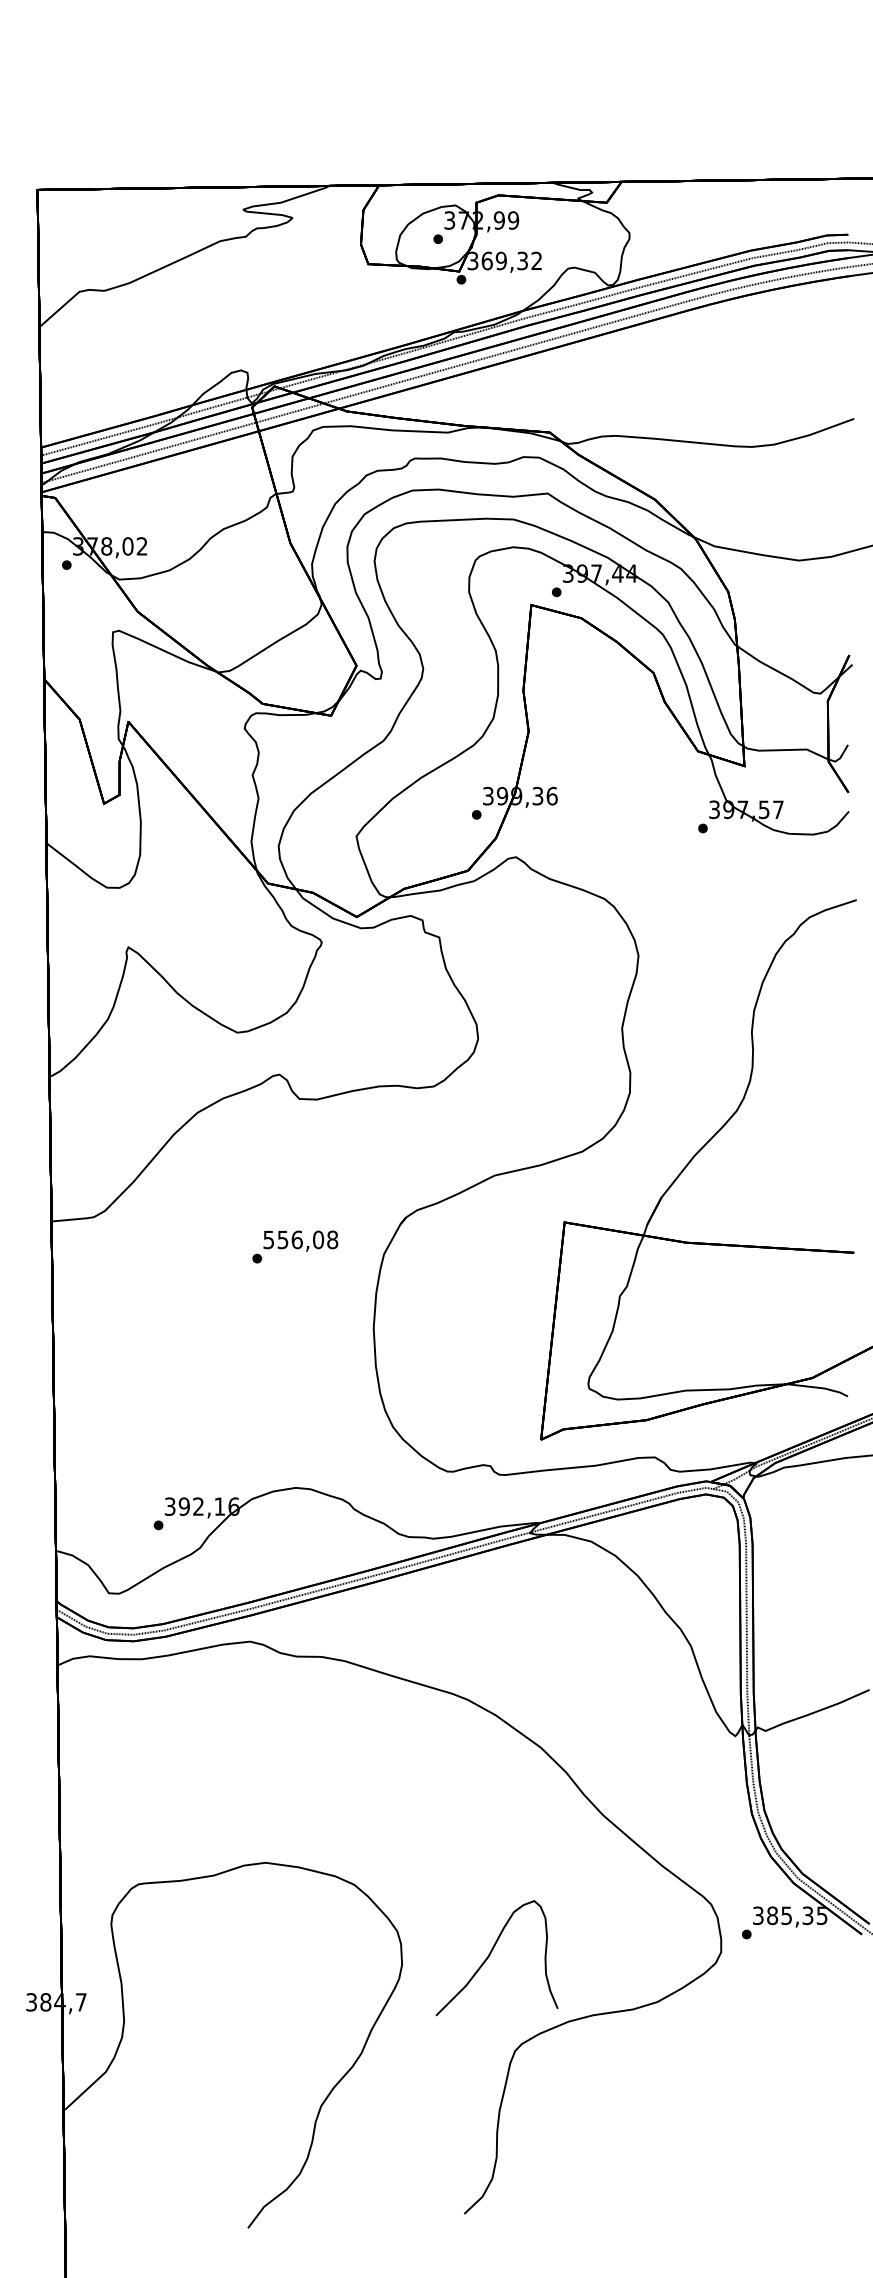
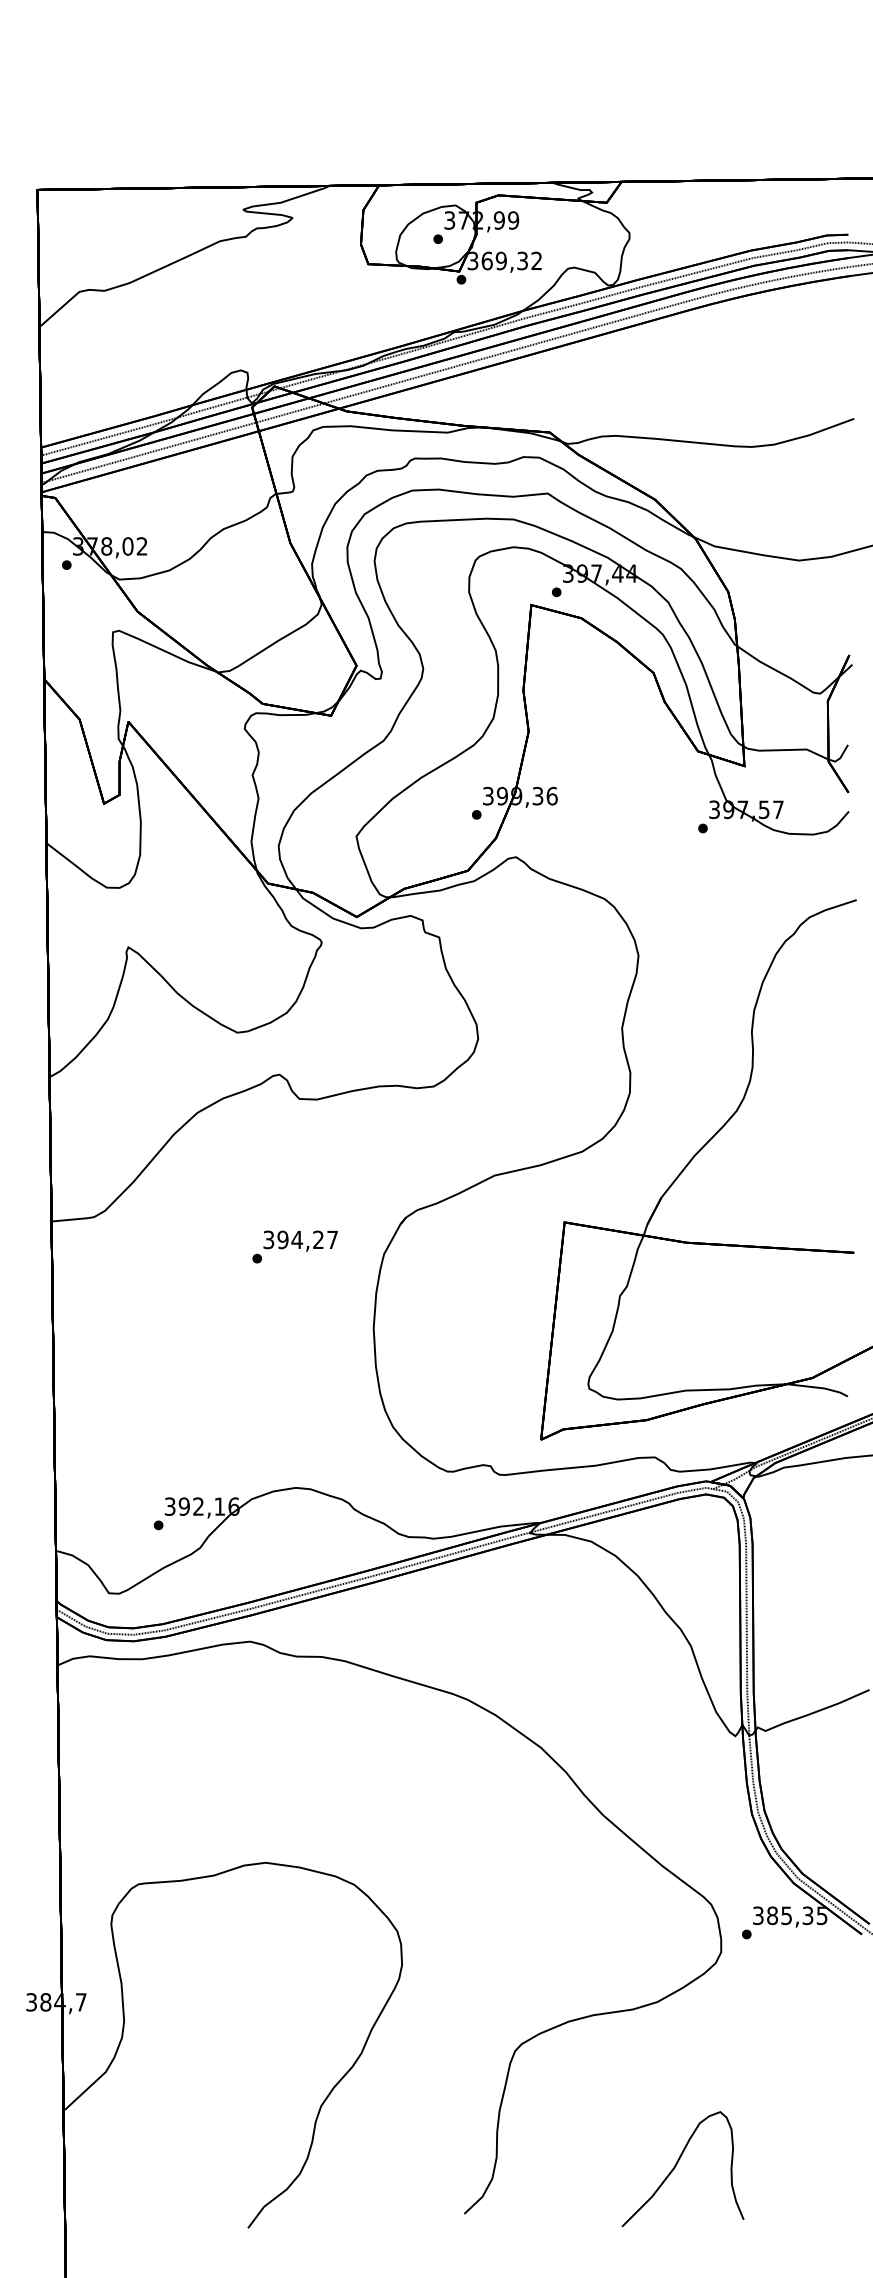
text at (301, 1239): 556,08 -> 394,27
curve at (490, 1955) position: (490, 1955) -> (676, 2166)
